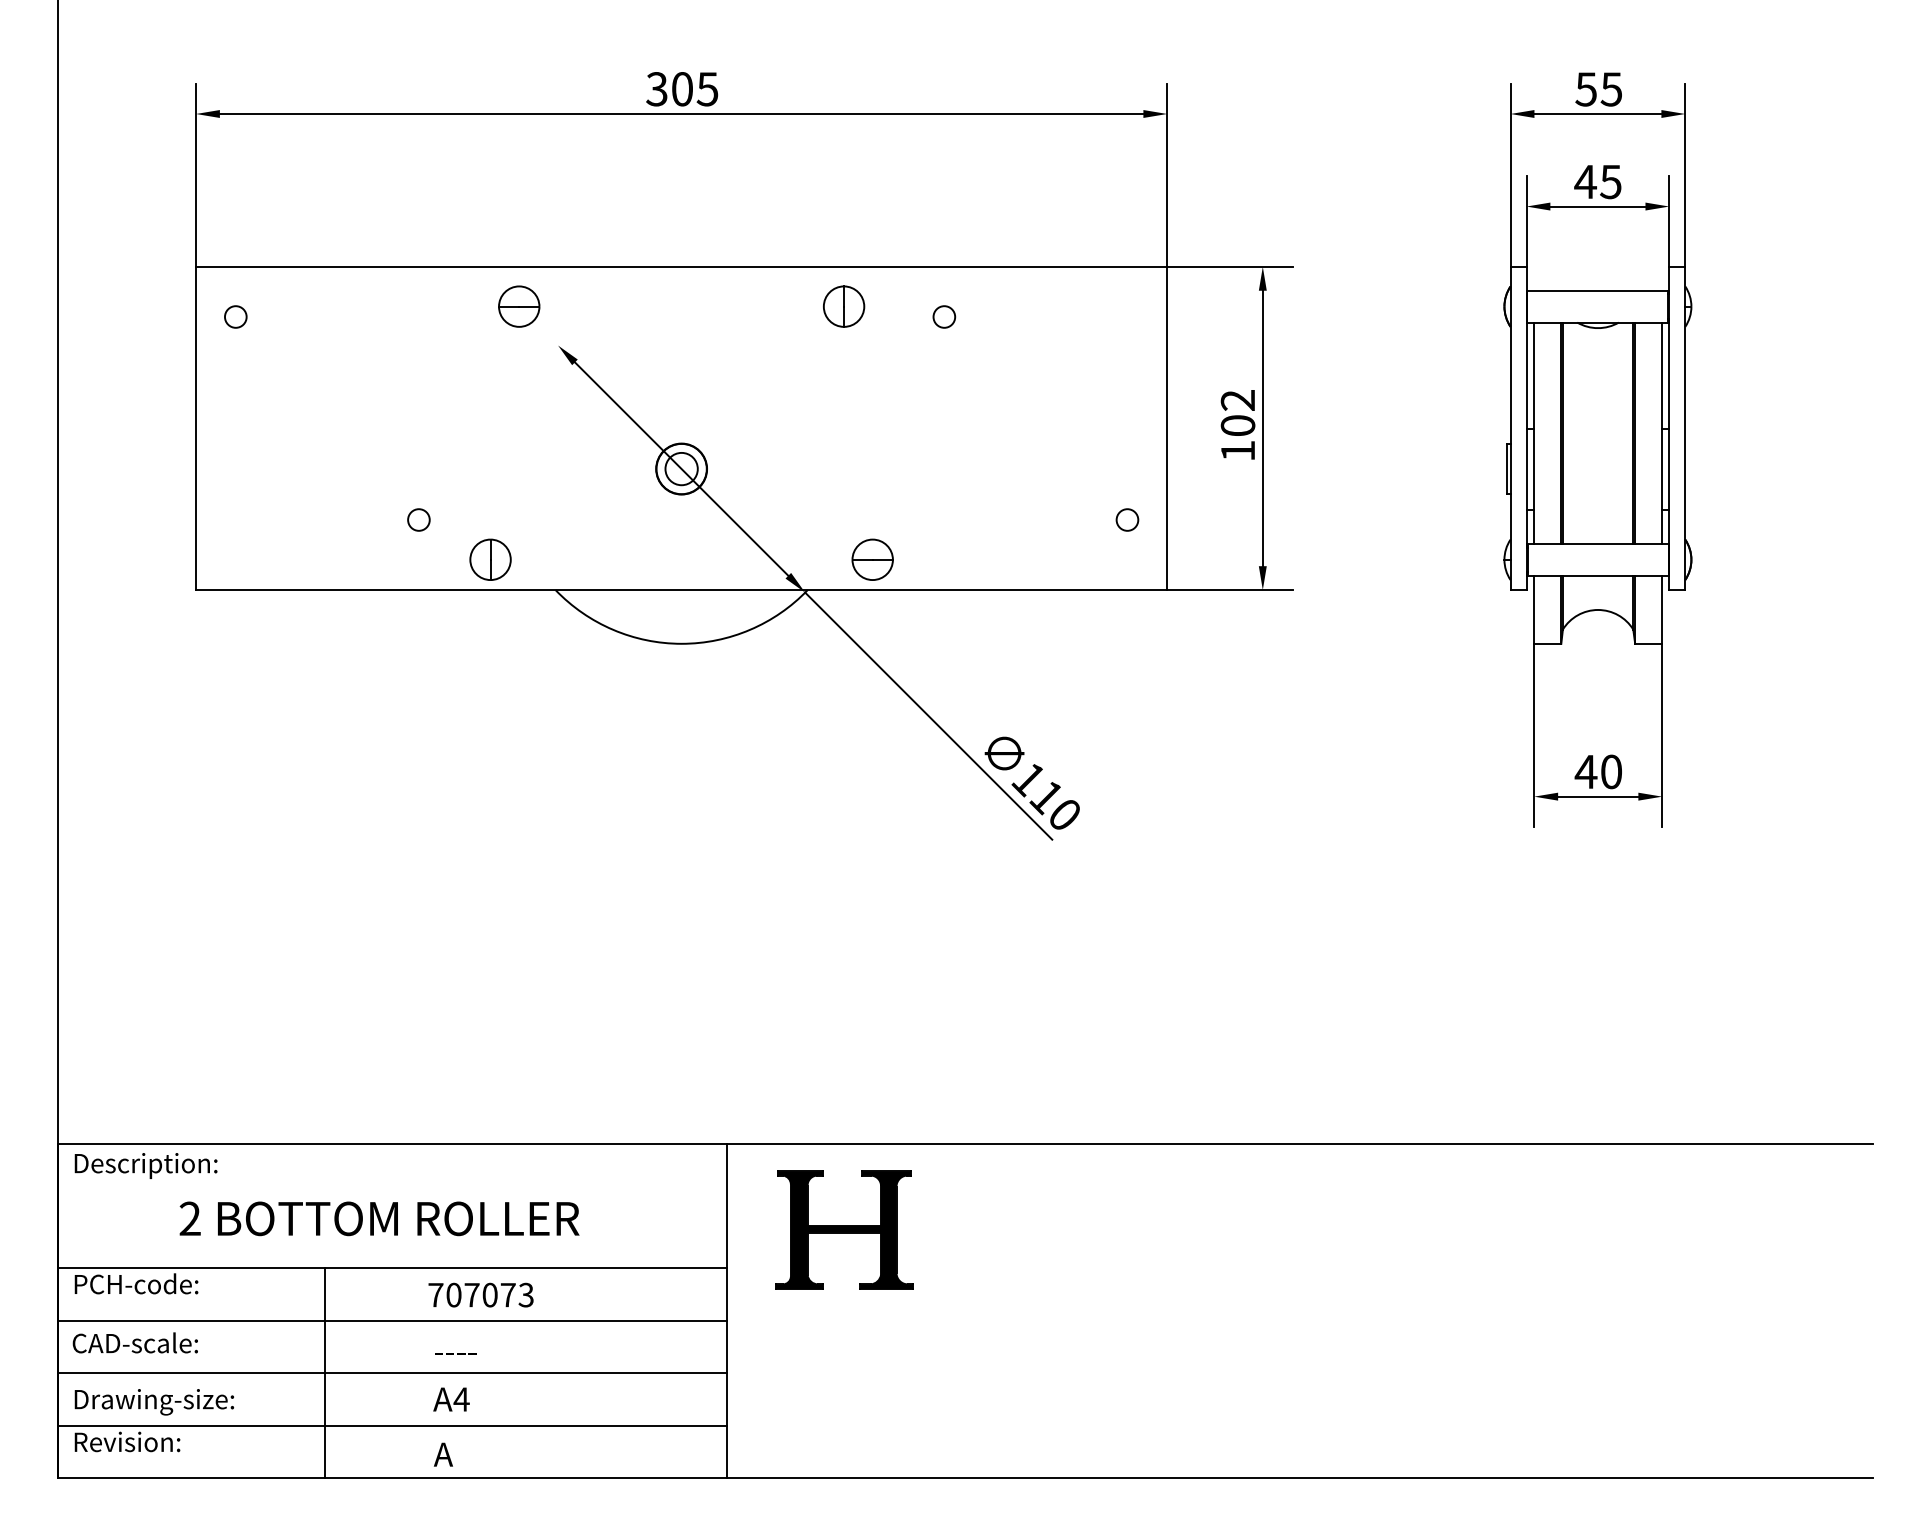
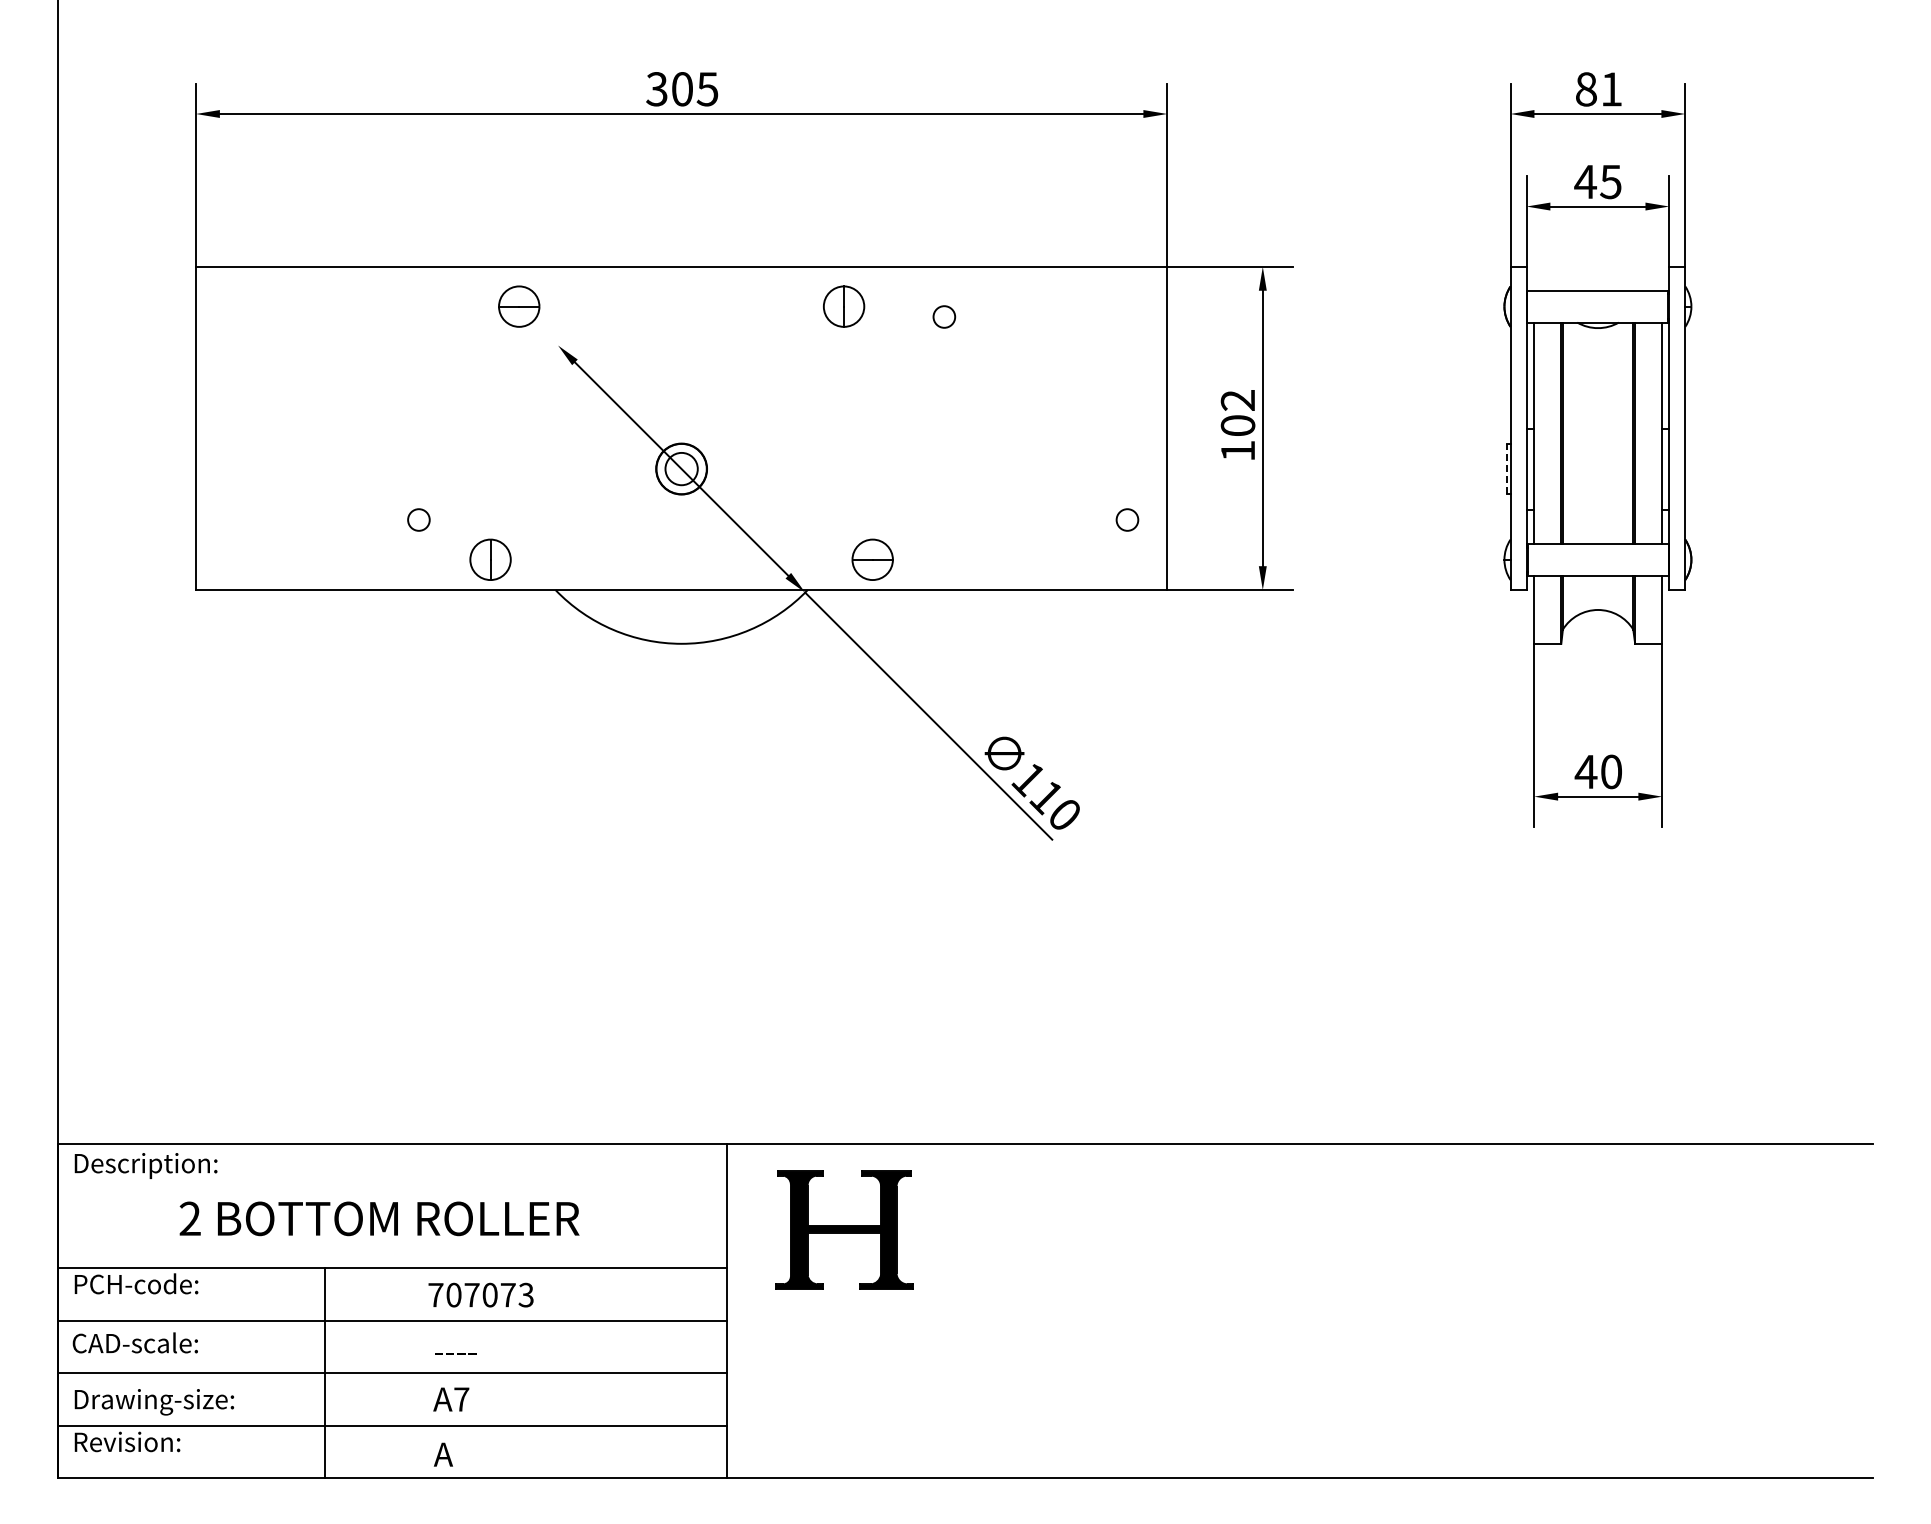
text at (1598, 89): 55 -> 81
circle at (235, 316): present -> none
line at (1506, 468): solid -> dashed
text at (461, 1399): A4 -> A7
